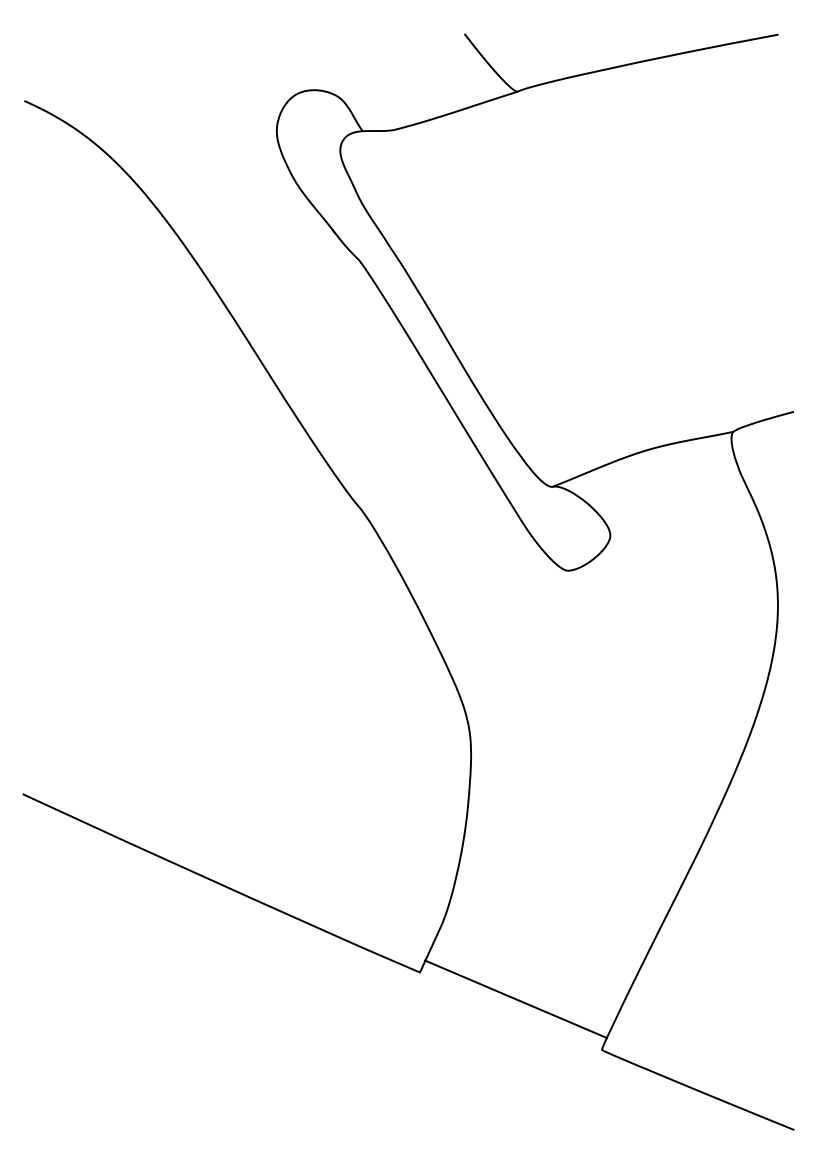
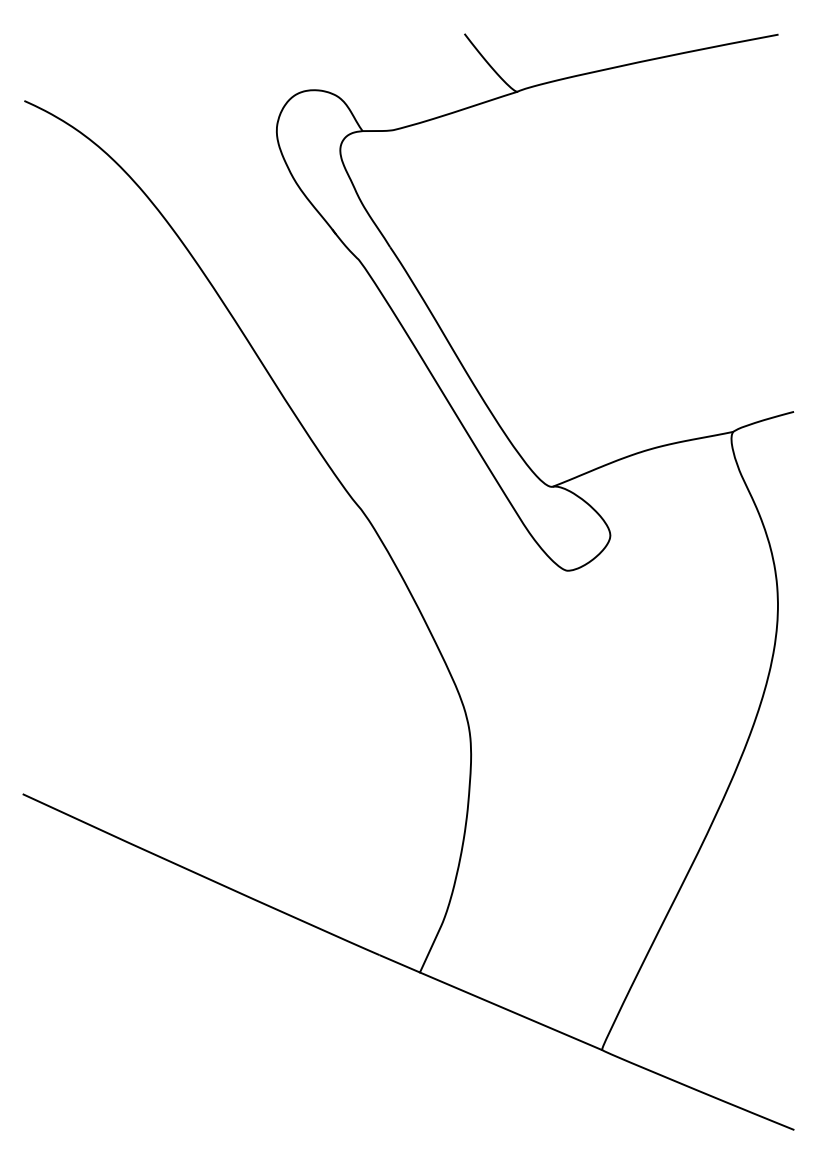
line at (515, 999) position: (515, 999) -> (510, 1011)
